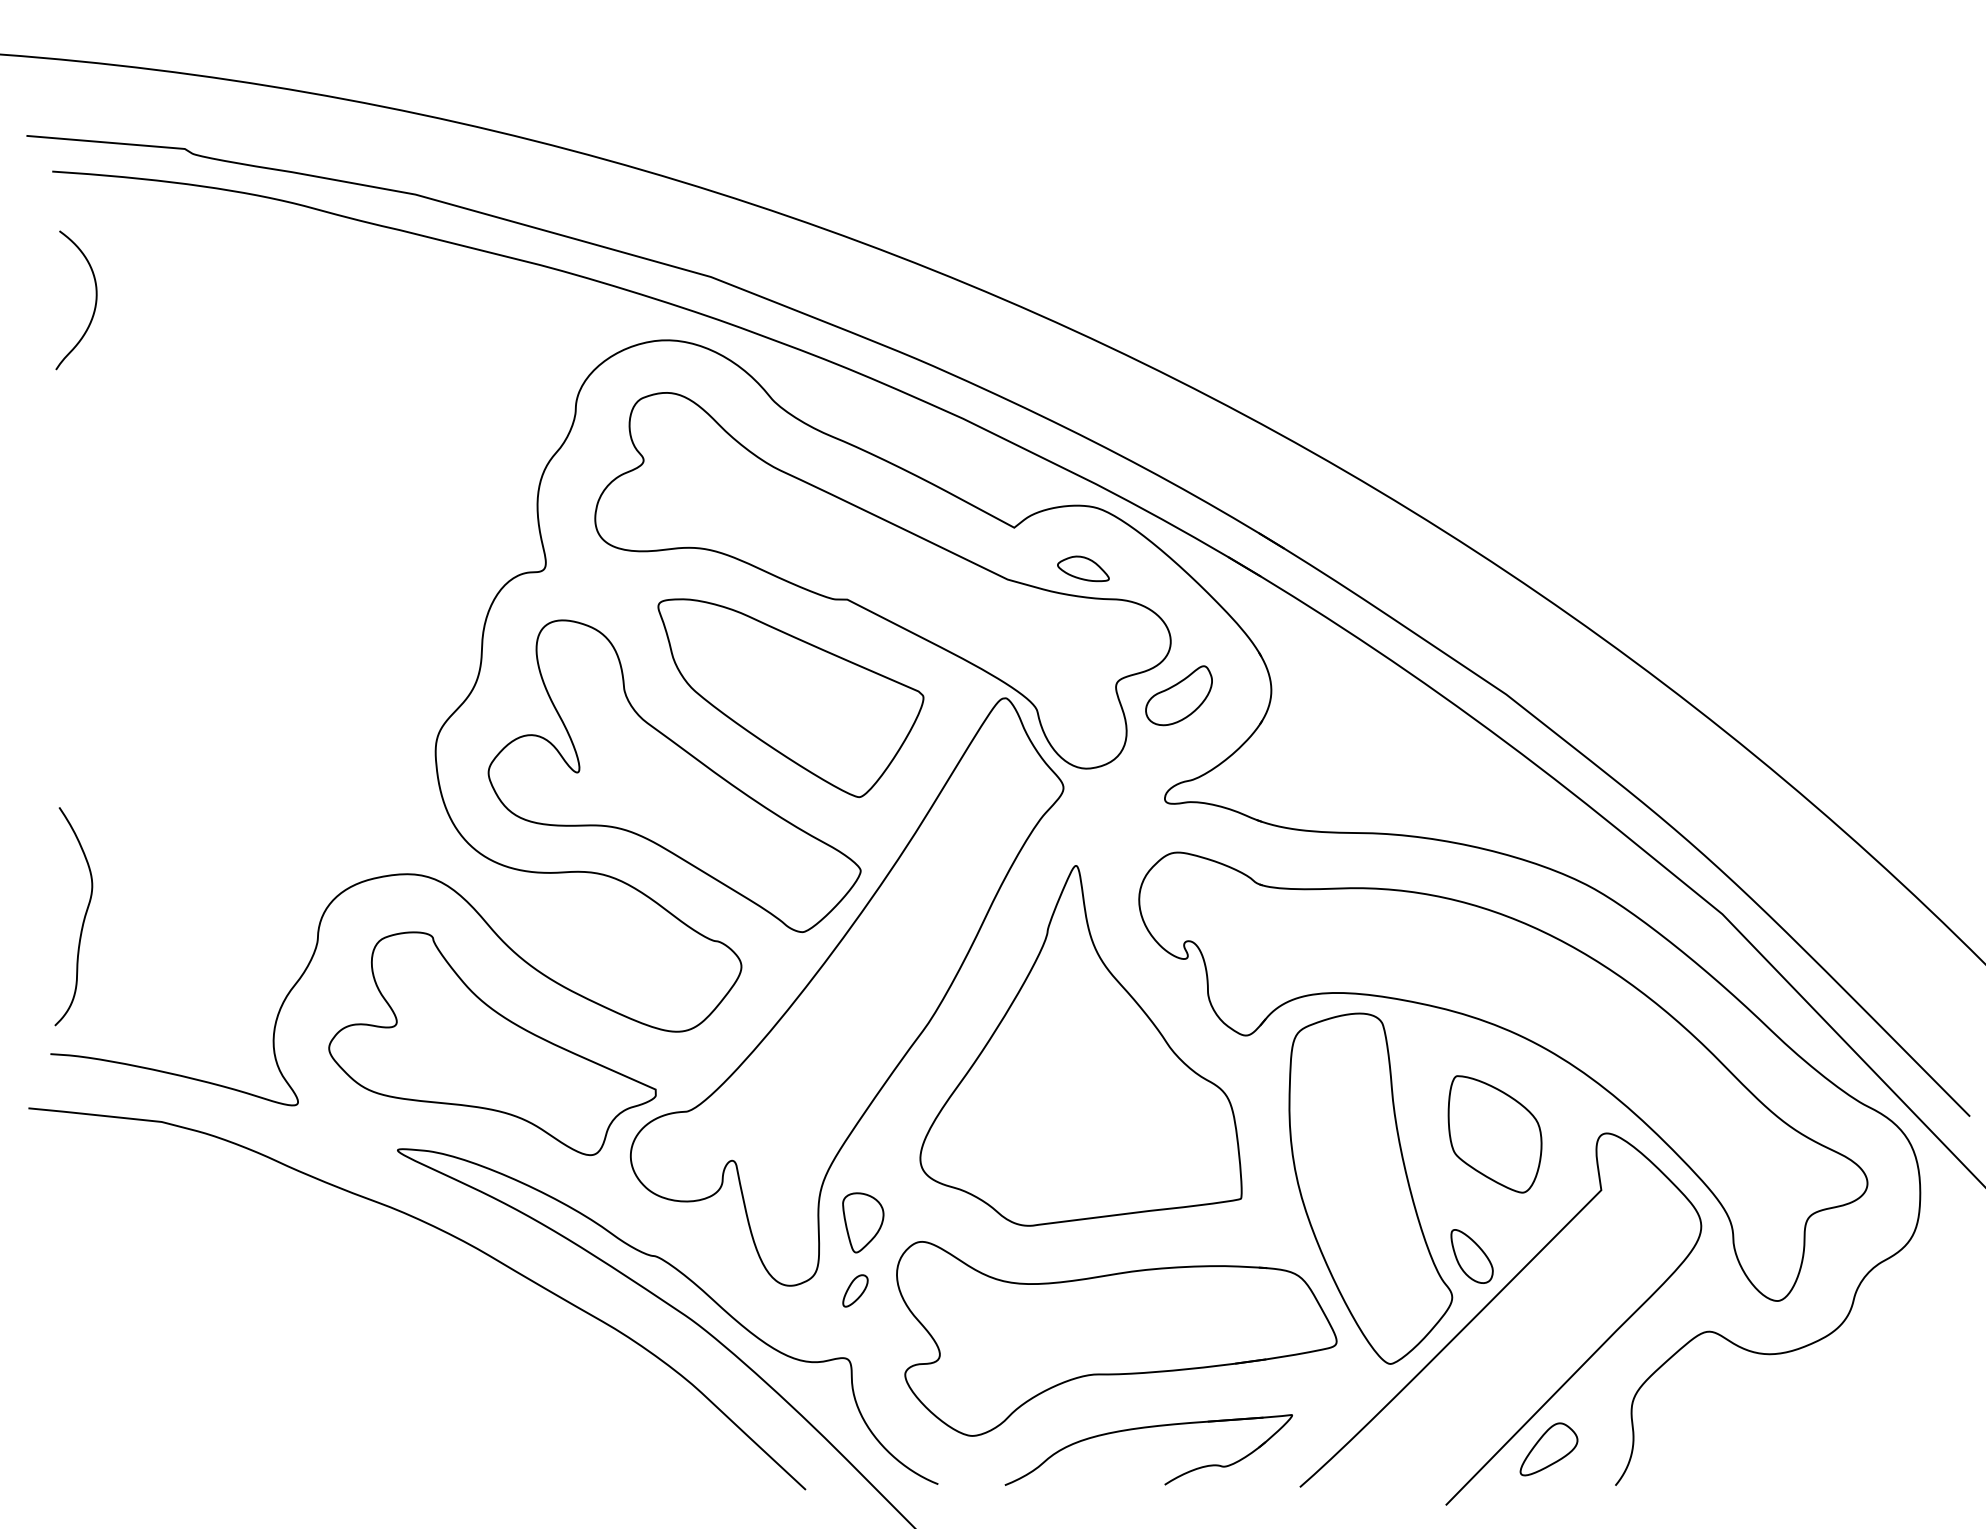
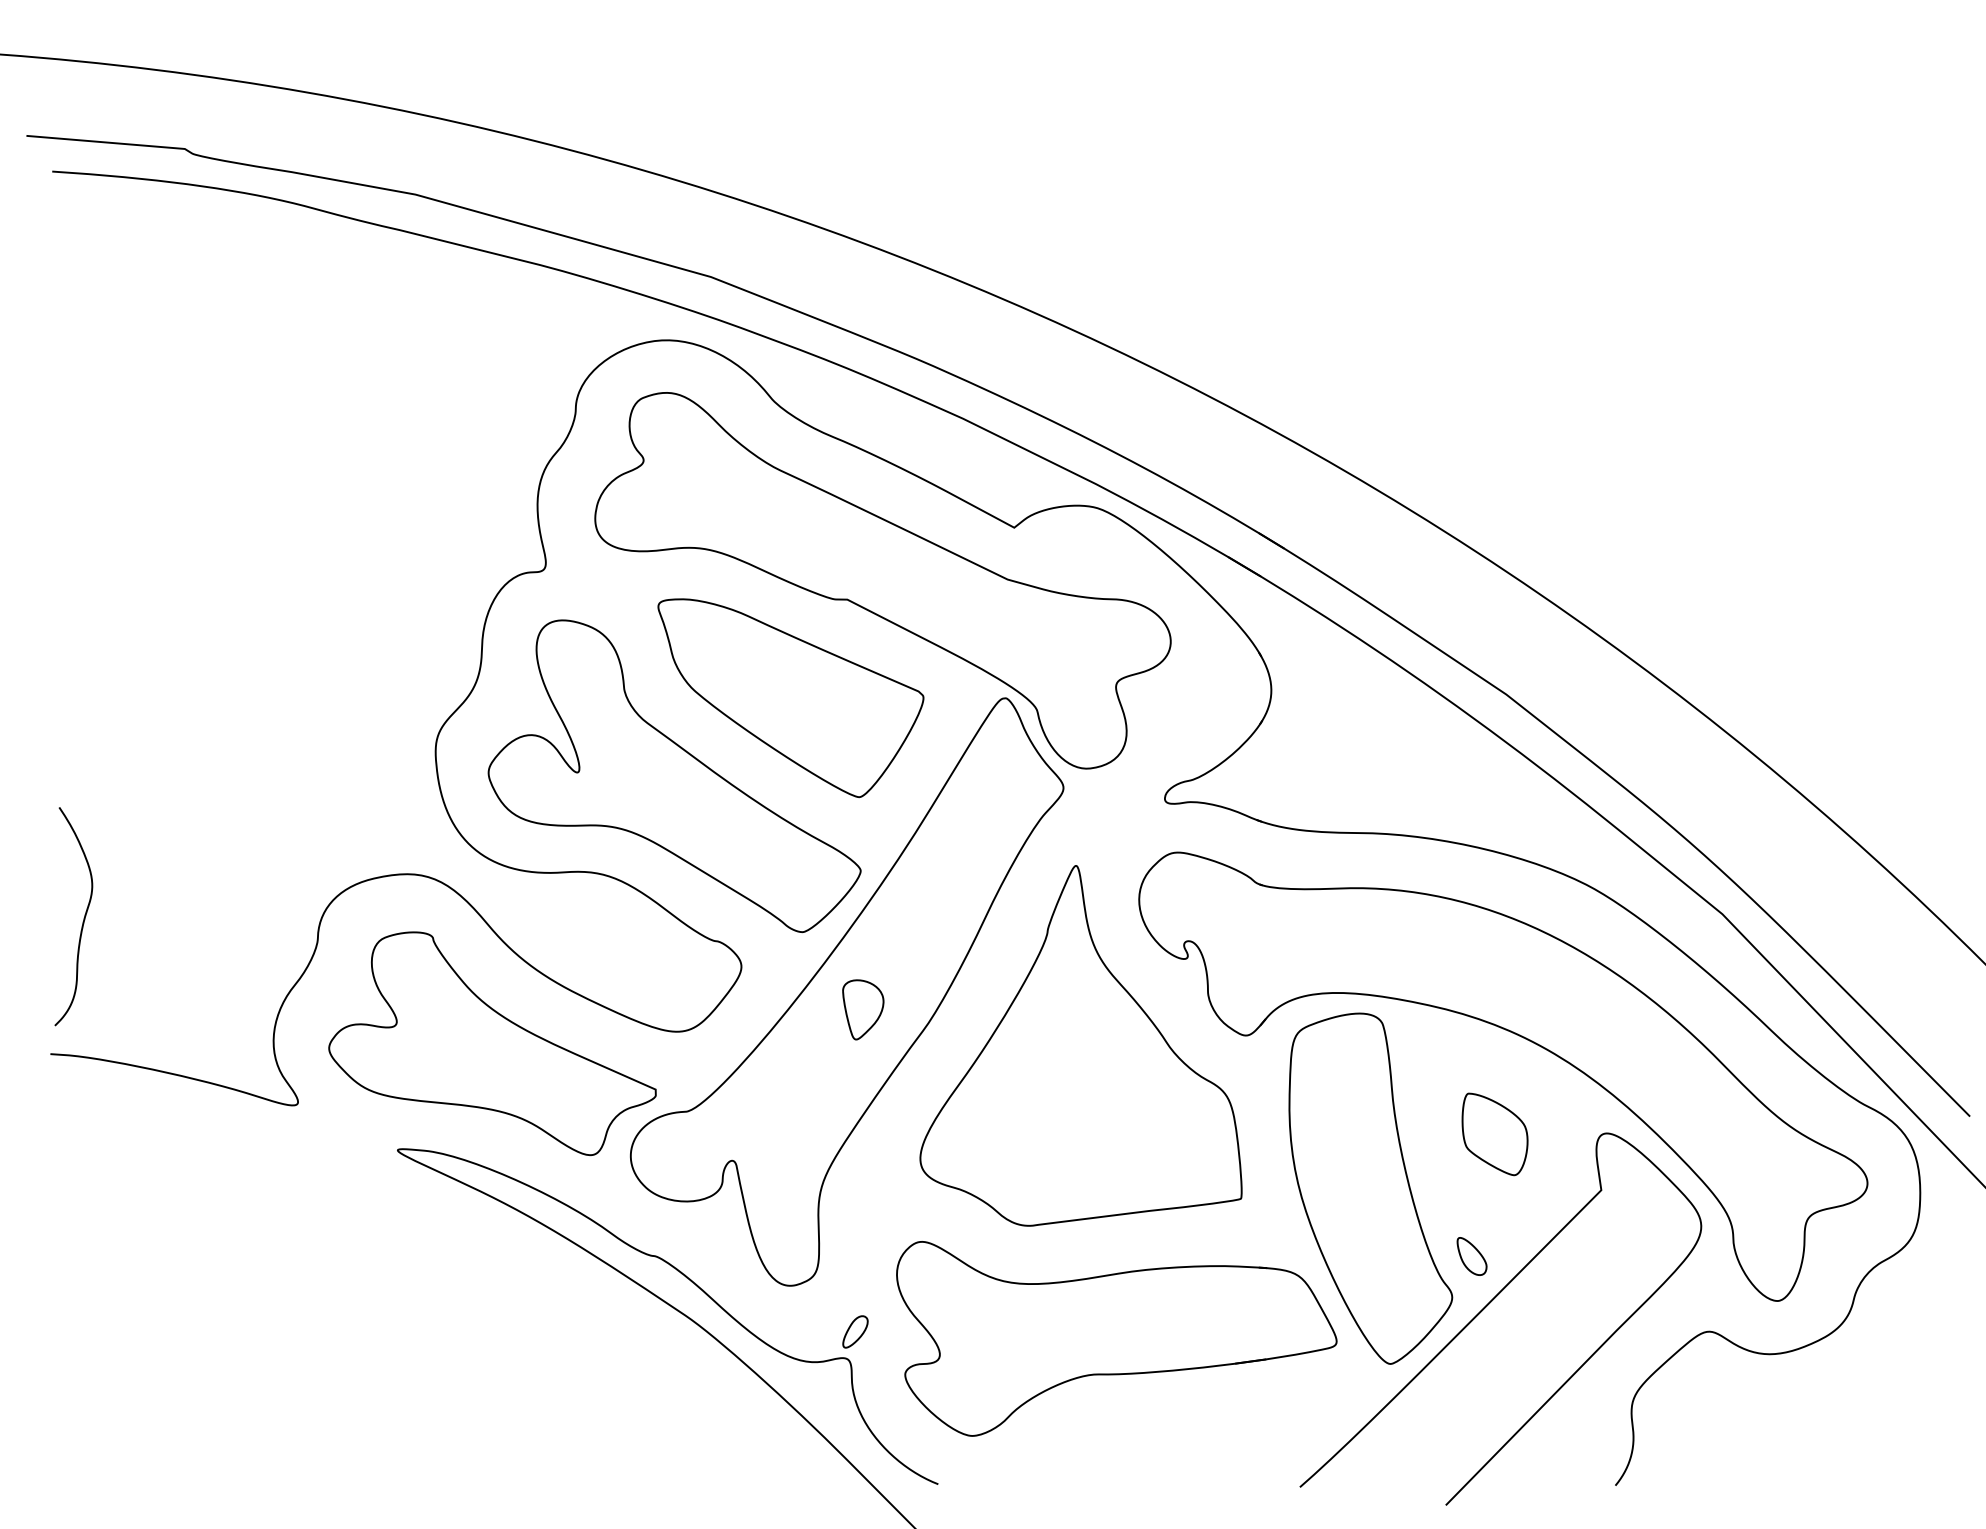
curve at (94, 305): present -> none
part at (1083, 568): present -> none
part at (1178, 695): present -> none
part at (1494, 1134) size: 96x119 px -> 68x85 px
part at (863, 1222) position: (863, 1222) -> (863, 1009)
curve at (449, 1235): present -> none
part at (1471, 1256) size: 44x55 px -> 32x39 px
part at (855, 1290) position: (855, 1290) -> (855, 1331)
part at (1147, 1428): present -> none
part at (1548, 1449): present -> none
